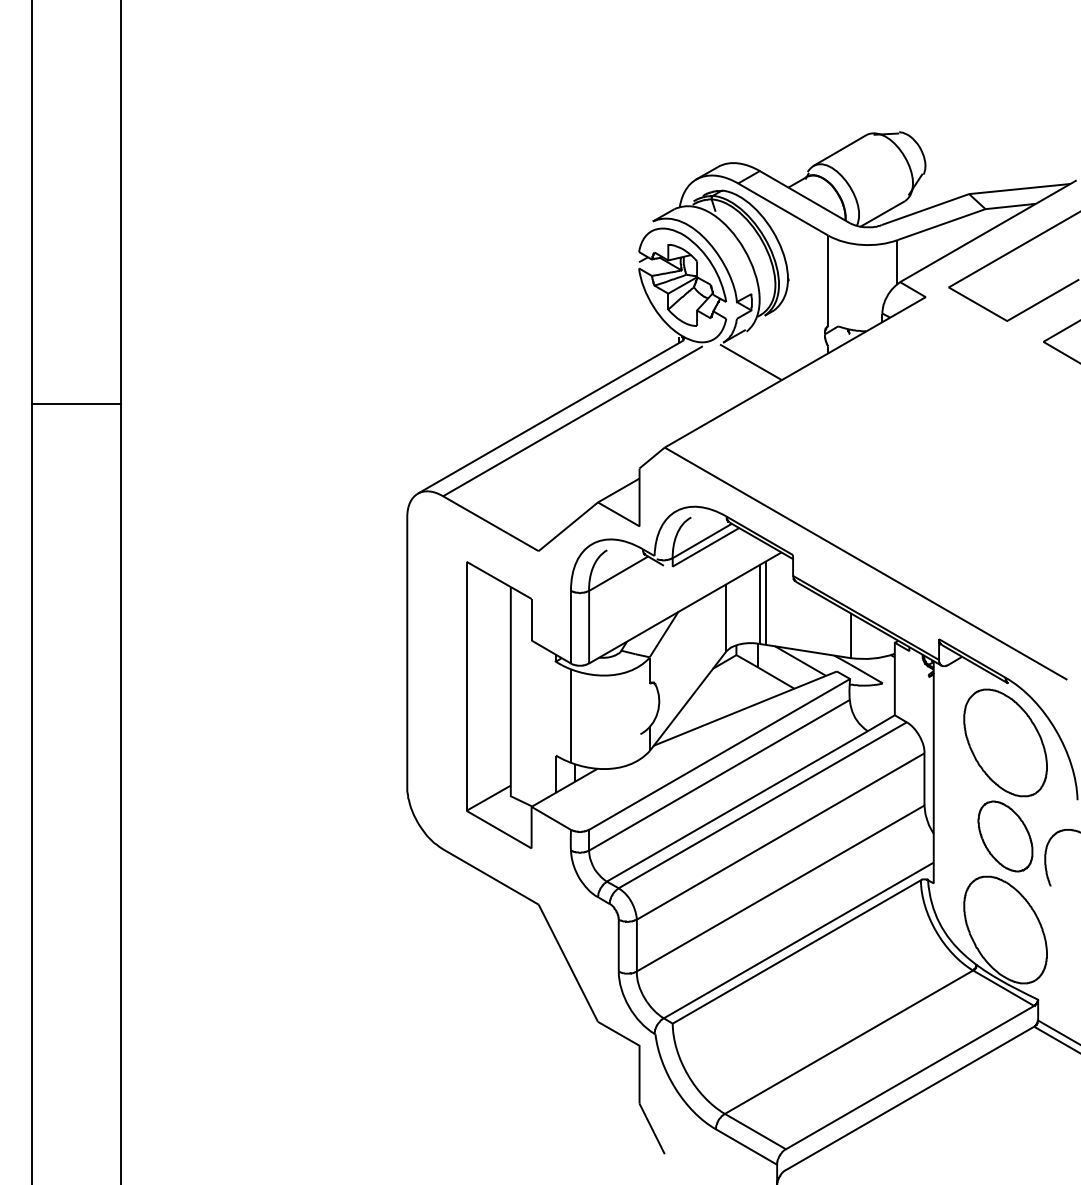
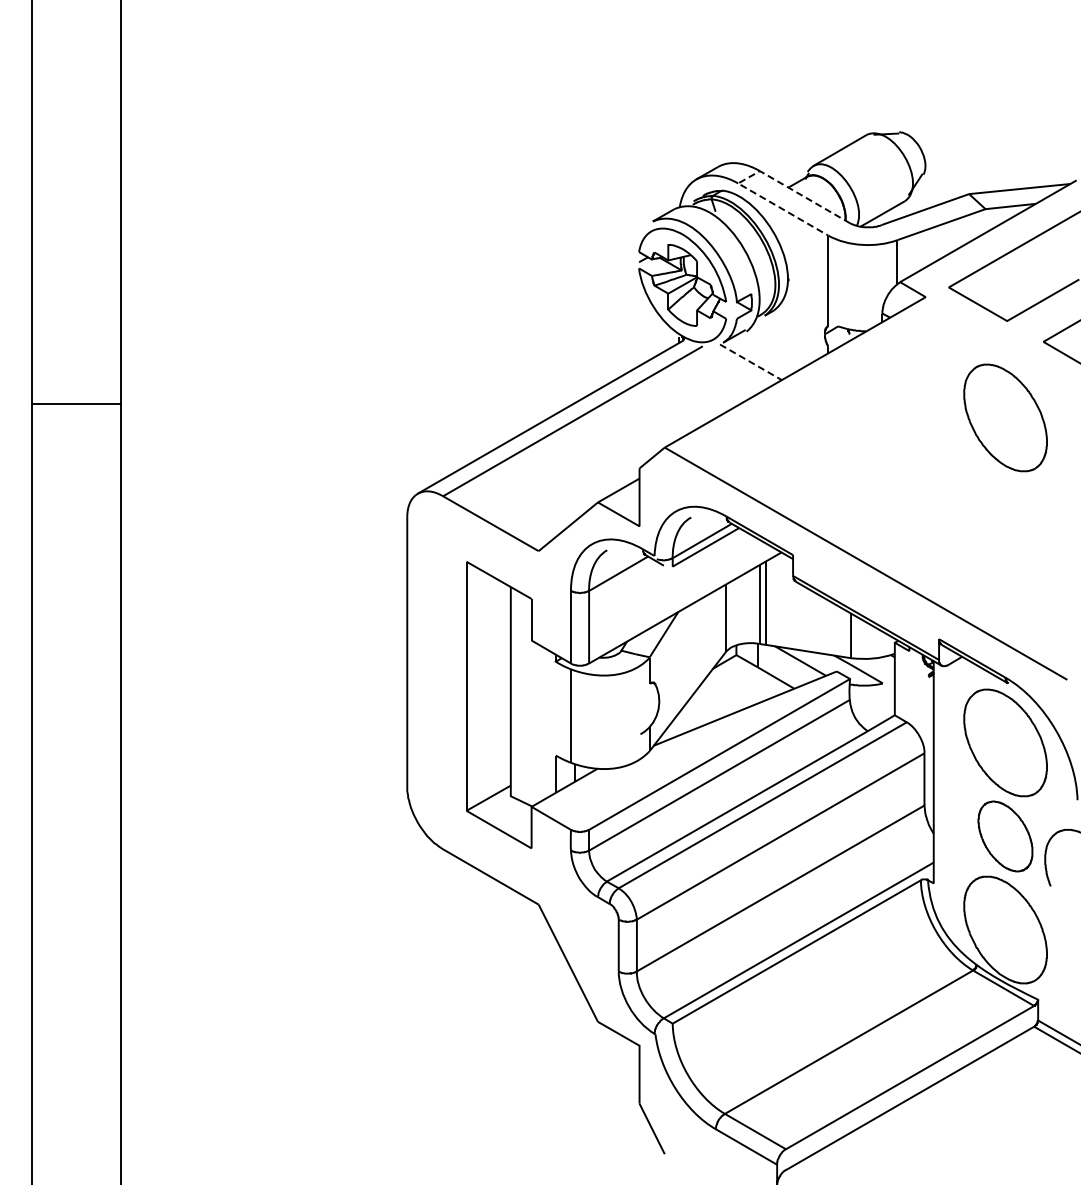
line at (748, 177): solid -> dashed
line at (751, 362): solid -> dashed
part at (1005, 417): none -> present
